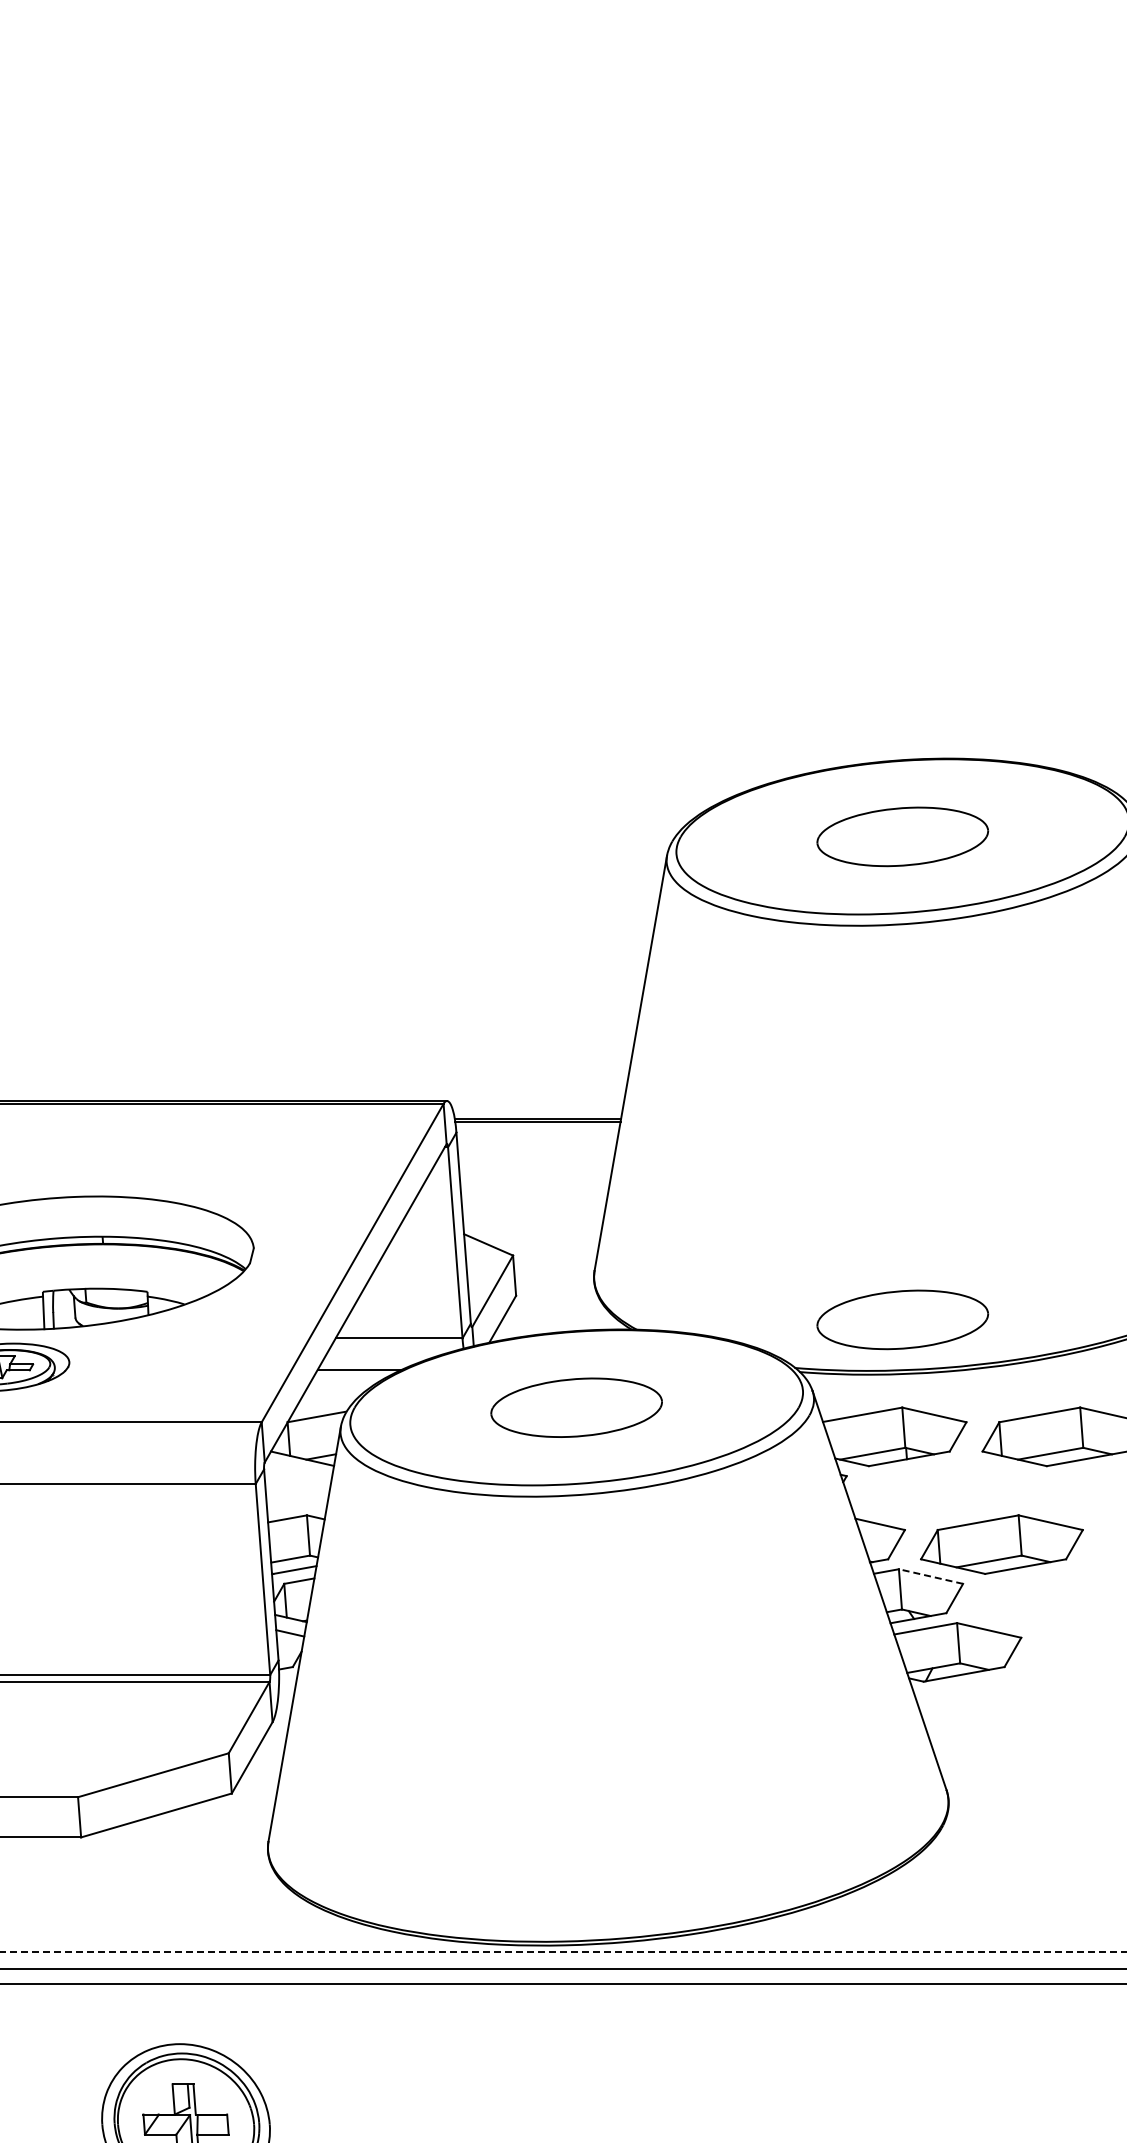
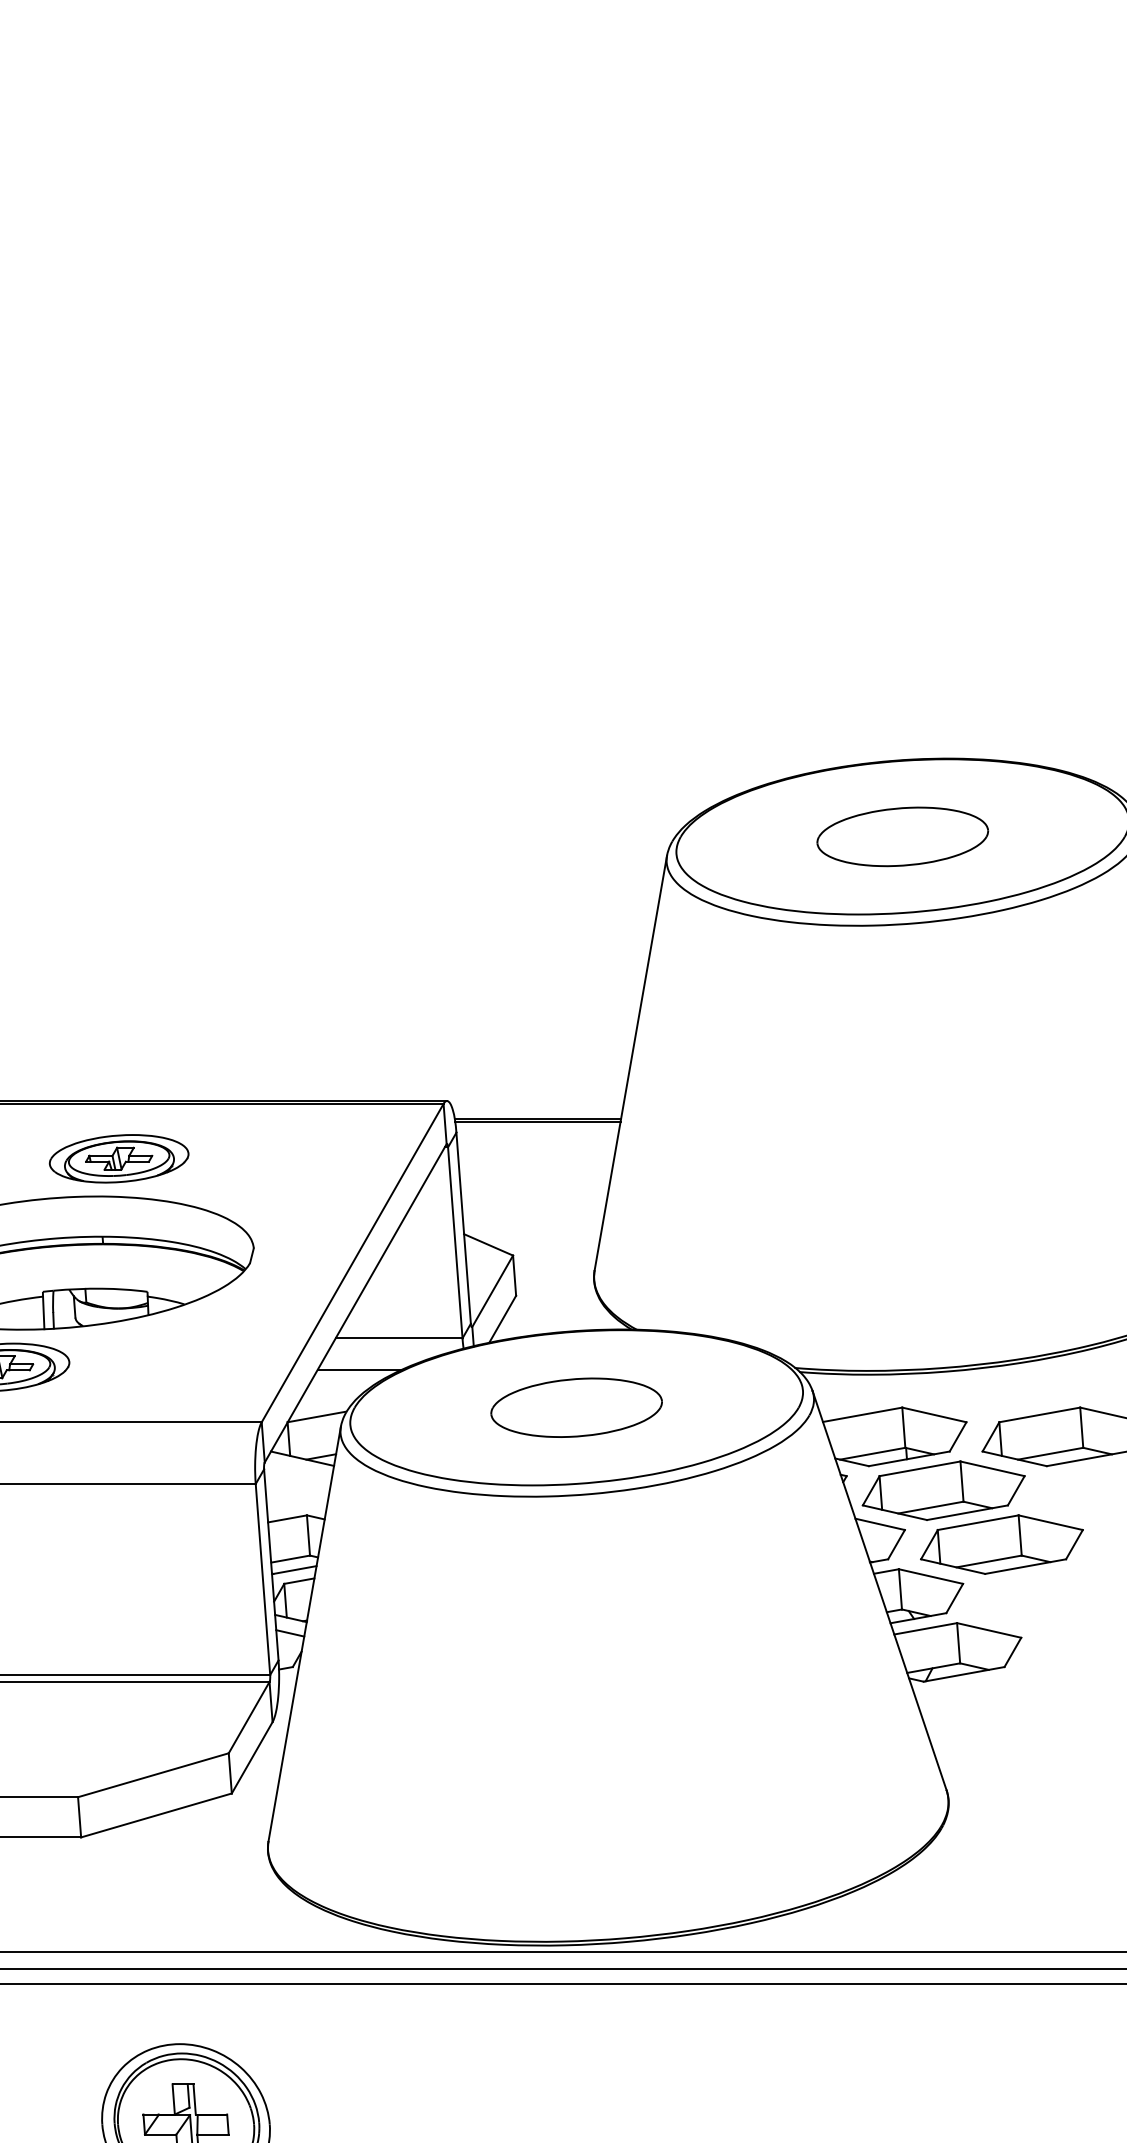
part at (118, 1158): none -> present
part at (902, 1319): present -> none
part at (943, 1490): none -> present
line at (931, 1576): dashed -> solid
line at (563, 1951): dashed -> solid
